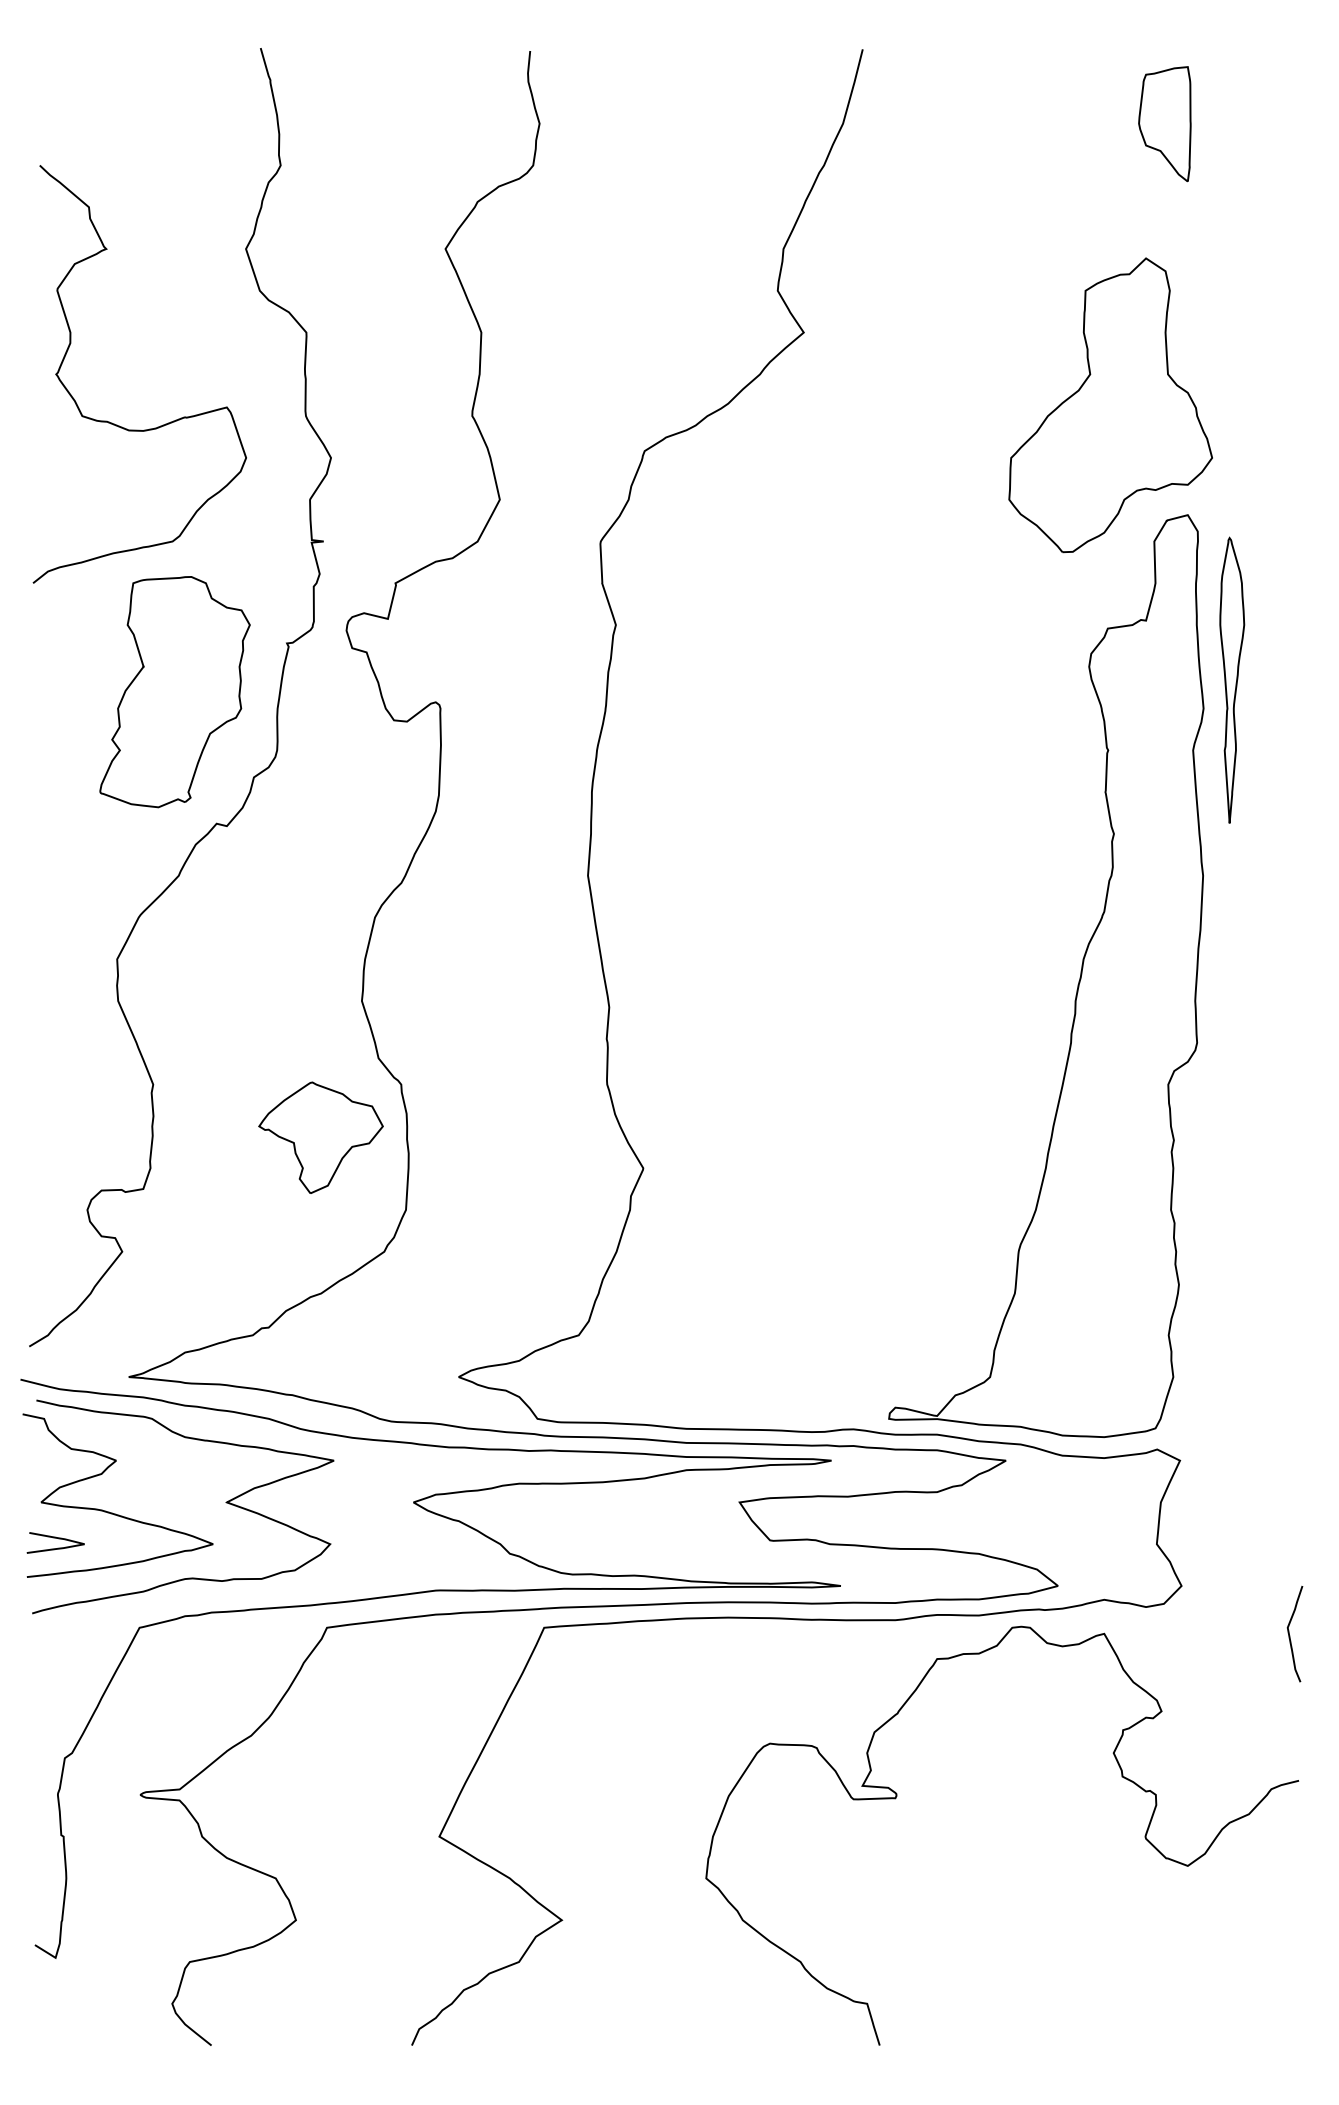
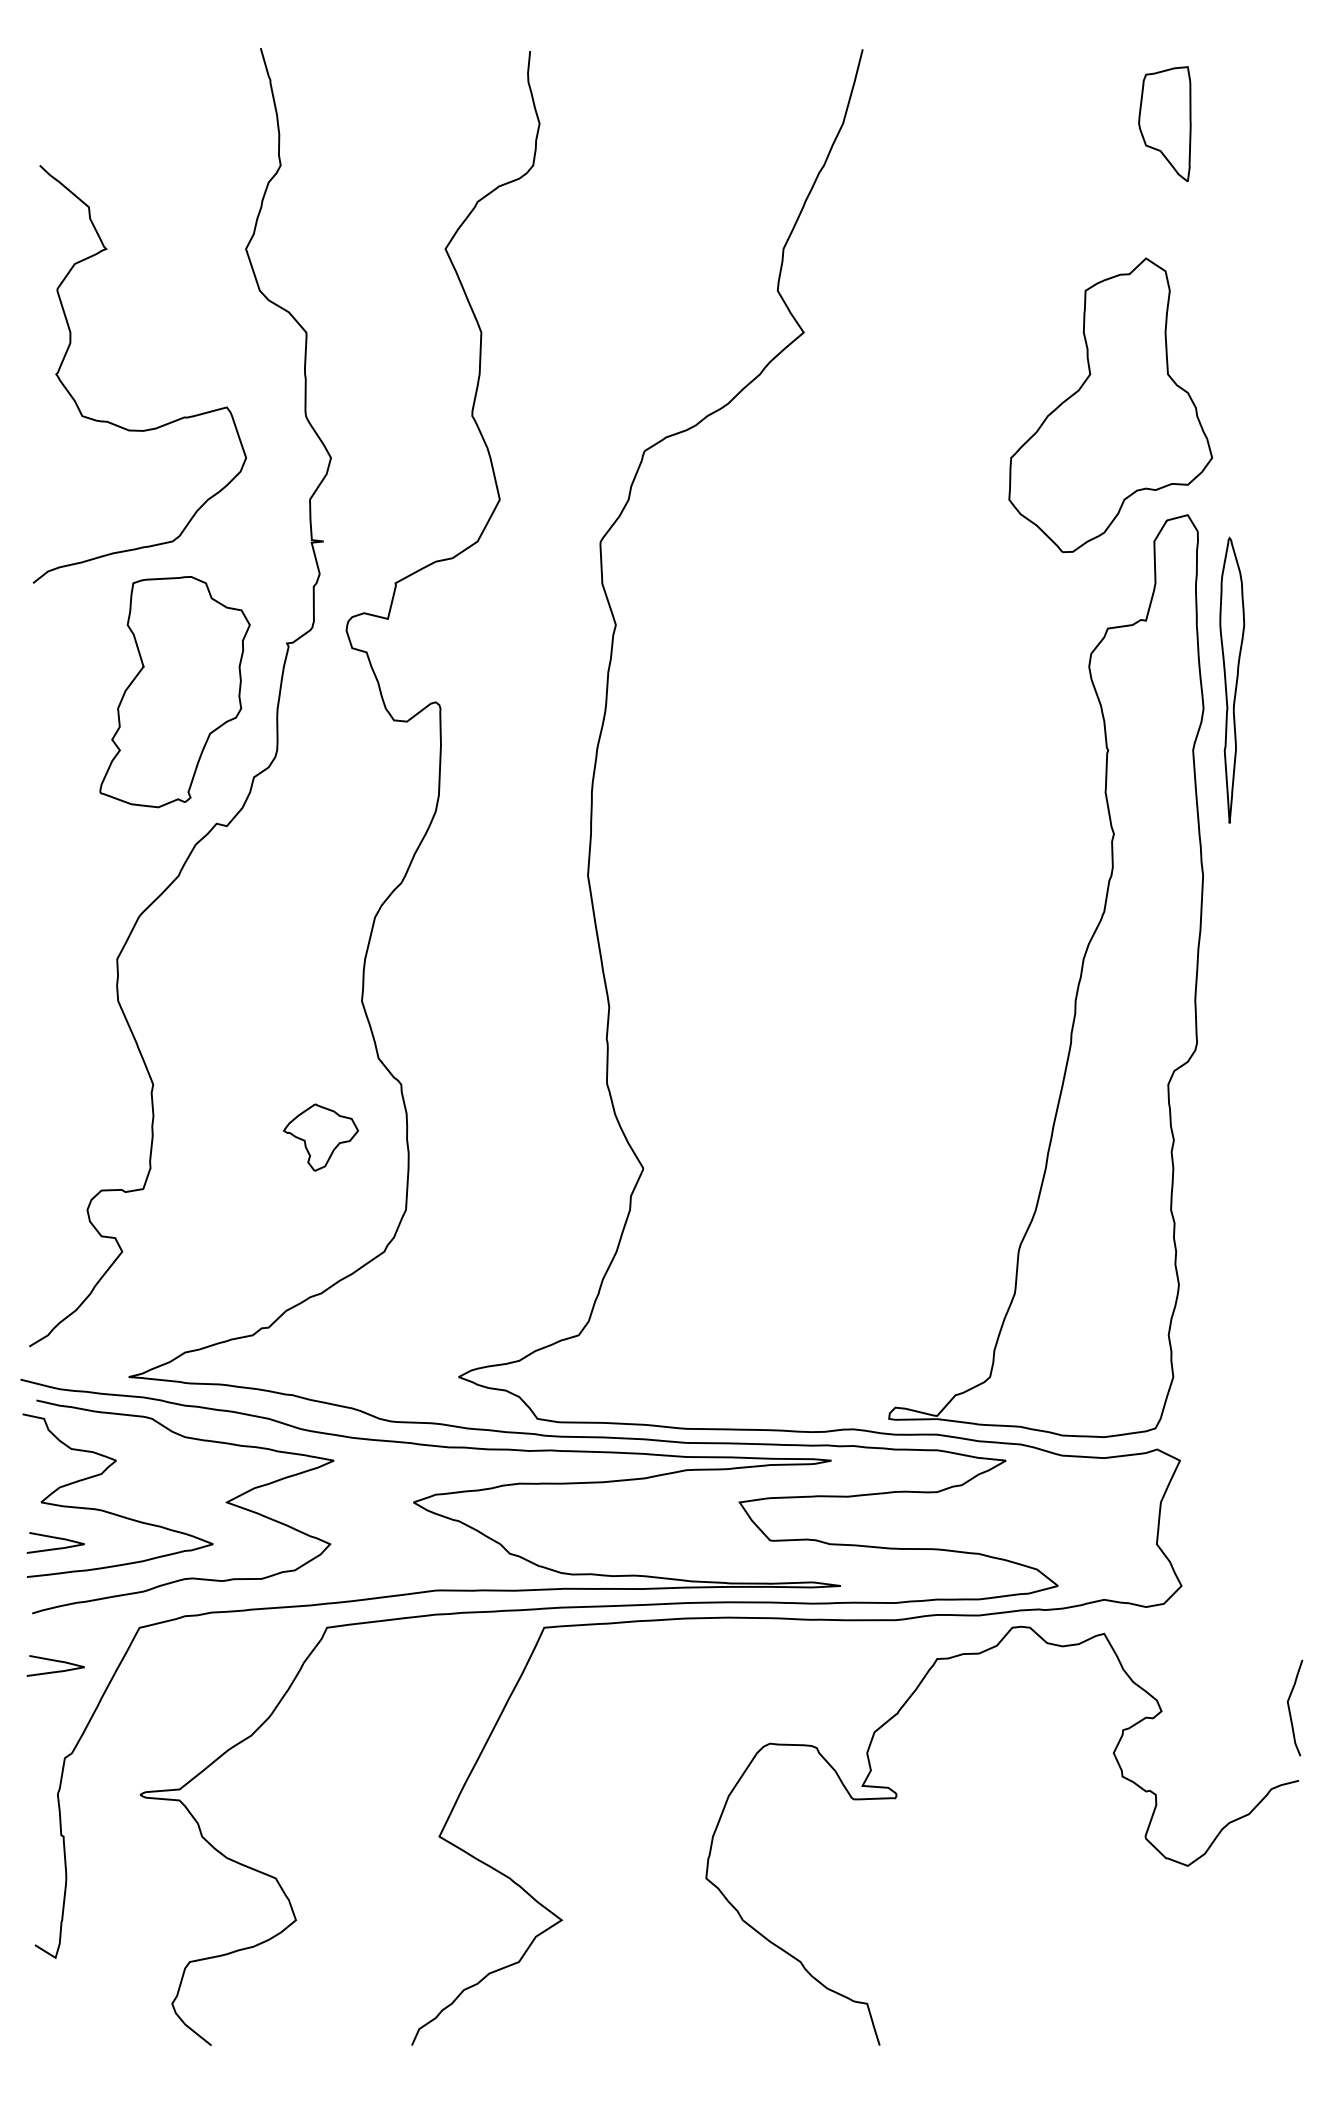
part at (320, 1137) size: 126x113 px -> 76x69 px
curve at (1290, 1635) position: (1290, 1635) -> (1290, 1709)
curve at (55, 1661): none -> present
